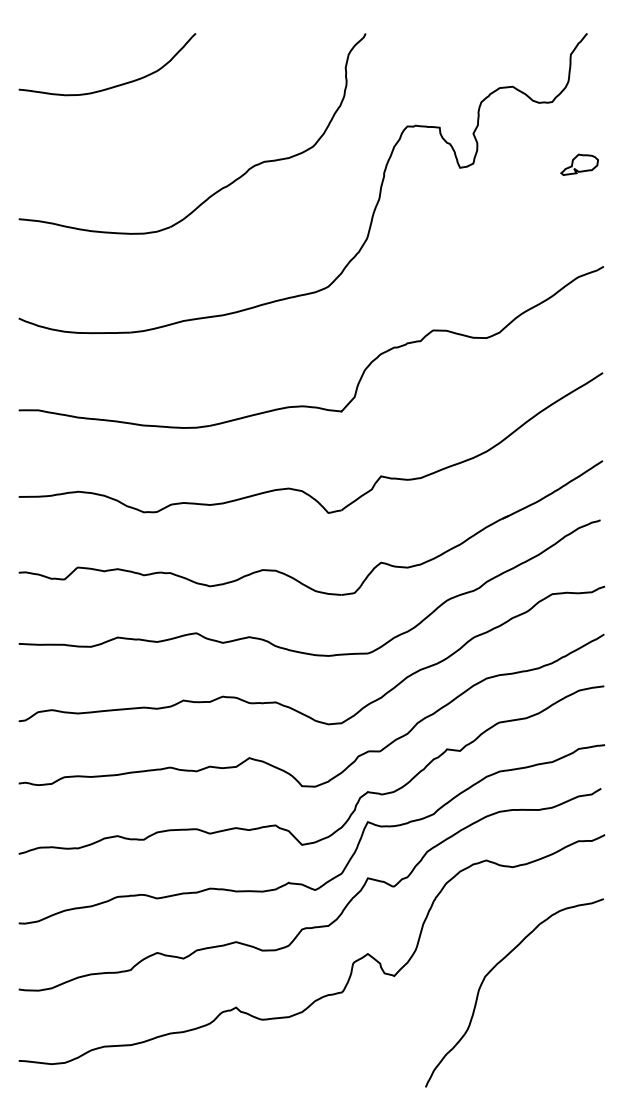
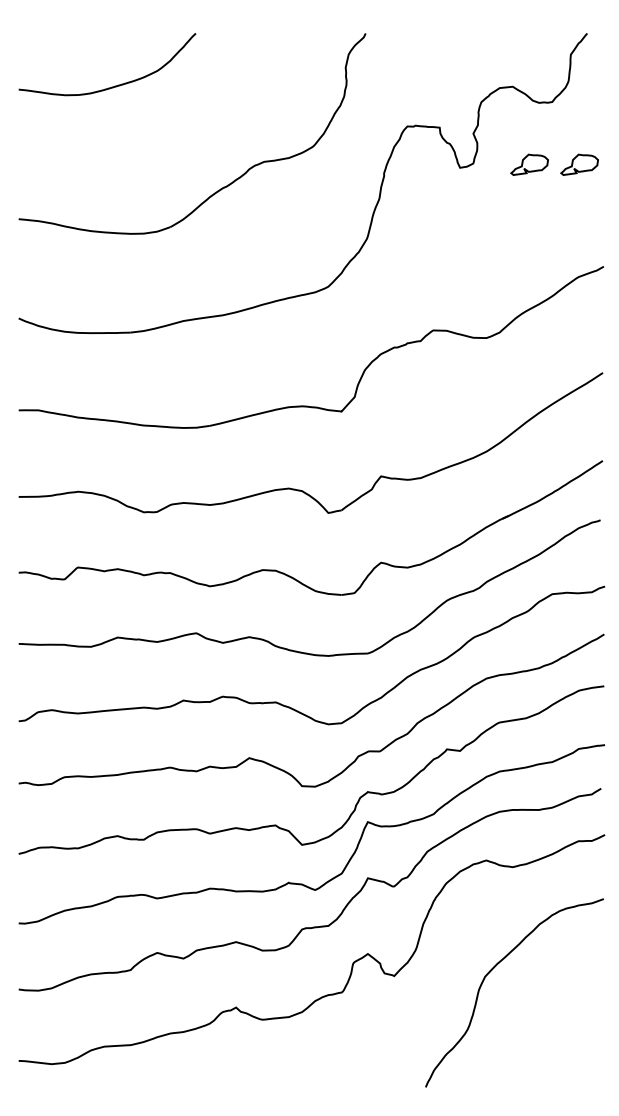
part at (529, 164): none -> present
